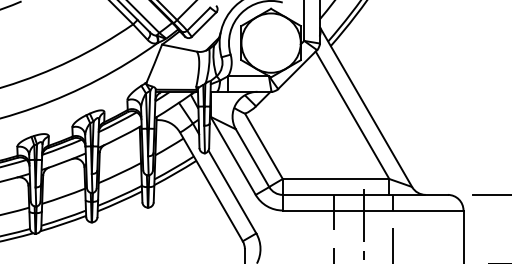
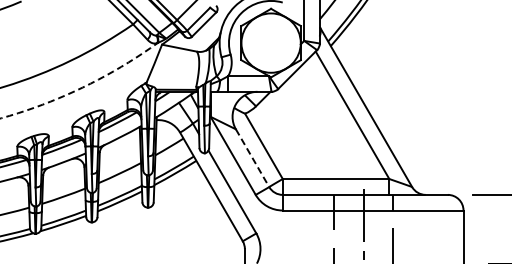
arc at (82, 87): solid -> dashed
line at (252, 158): solid -> dashed
